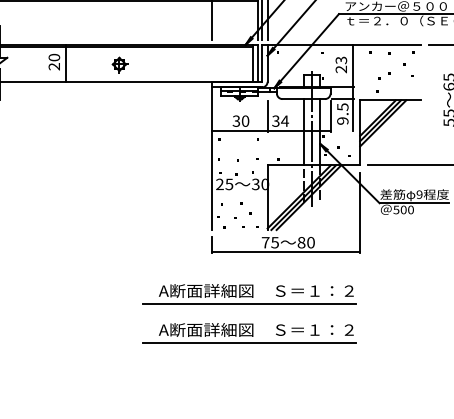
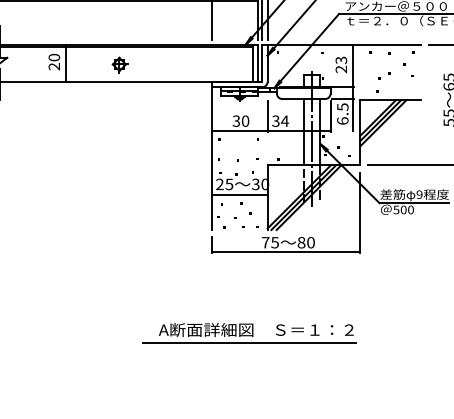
text at (342, 120): 9.5 -> 6.5
line at (239, 194): none -> present
part at (249, 294): present -> none
